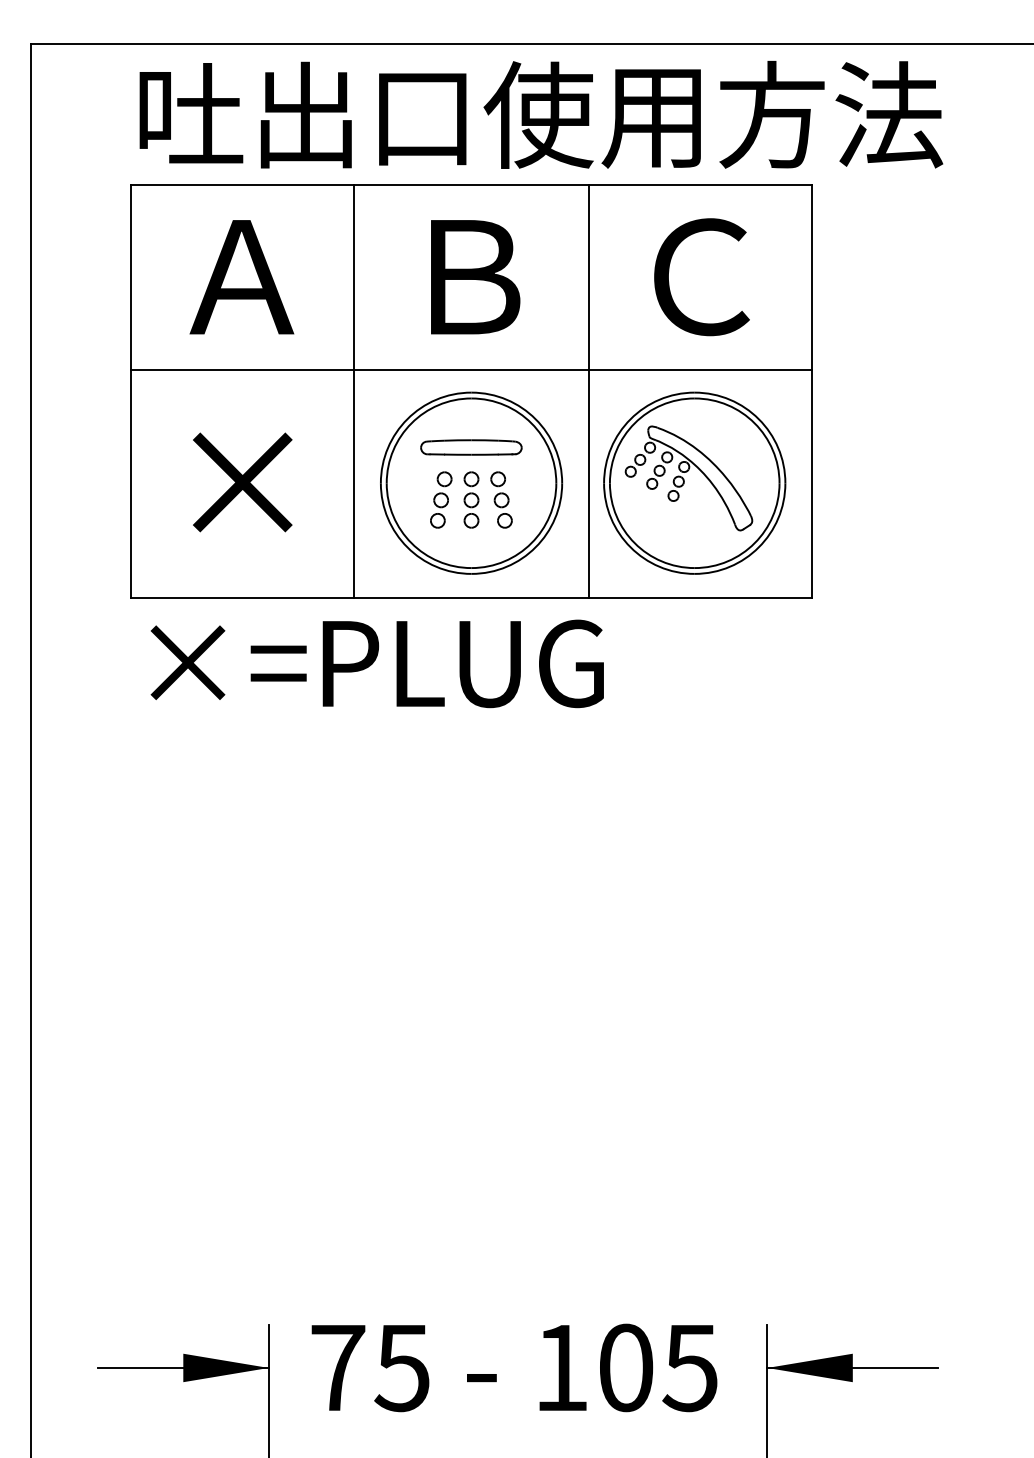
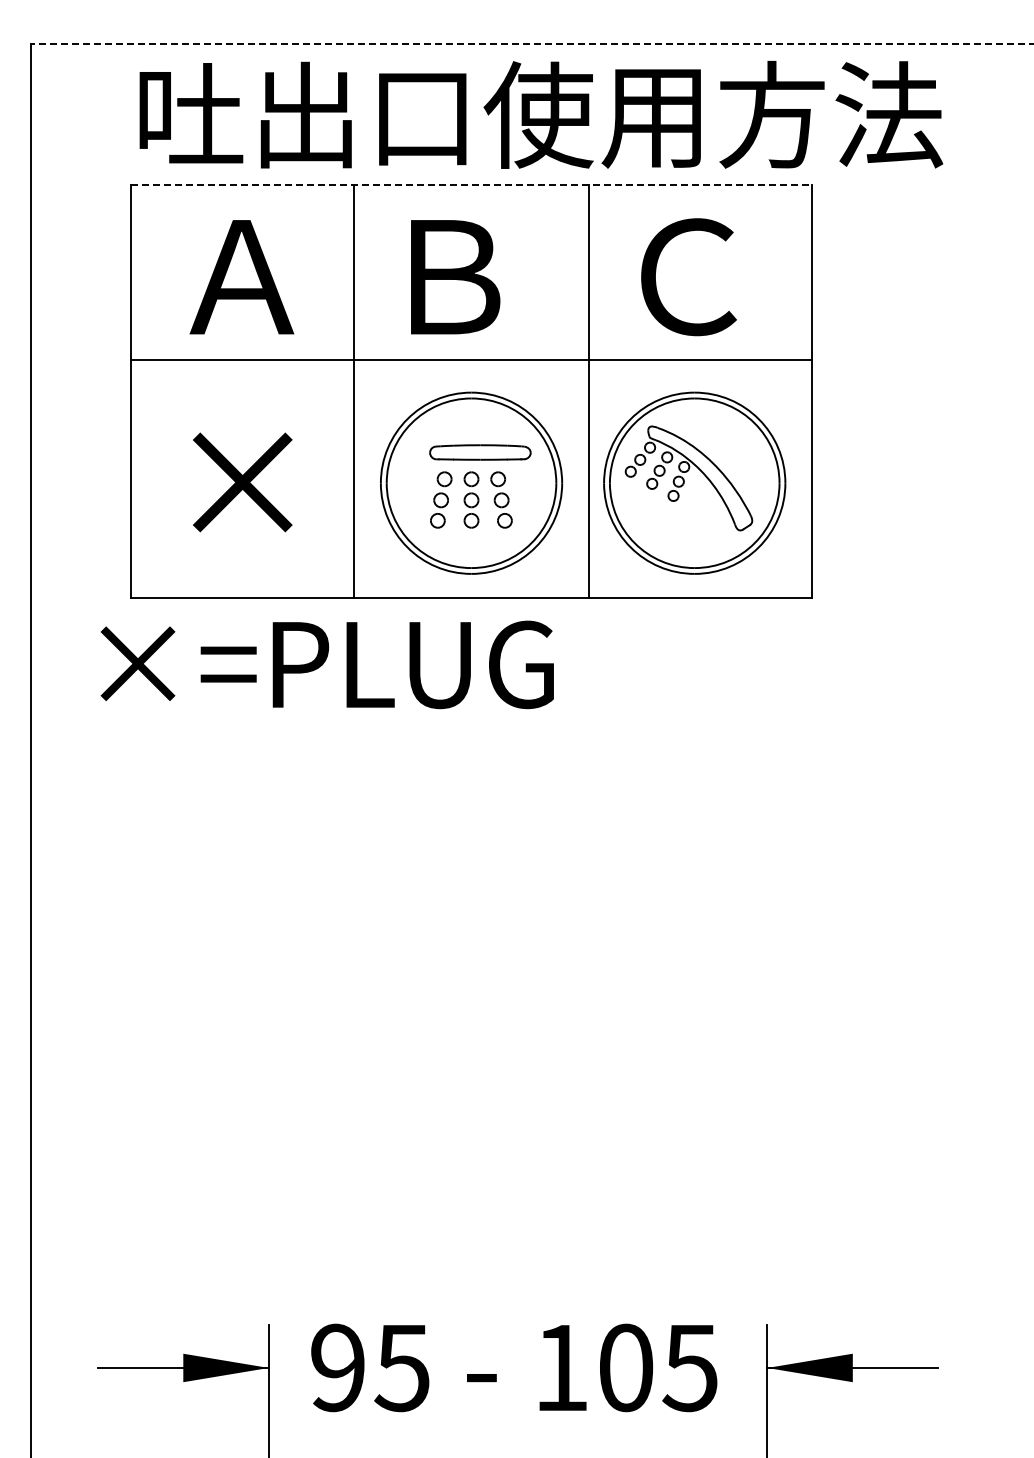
line at (532, 43): solid -> dashed
line at (471, 184): solid -> dashed
text at (475, 277) position: (475, 277) -> (455, 277)
text at (701, 277) position: (701, 277) -> (688, 277)
line at (471, 369) position: (471, 369) -> (471, 359)
part at (471, 447) position: (471, 447) -> (480, 452)
text at (376, 663) position: (376, 663) -> (326, 664)
text at (338, 1367): 75 -> 95
